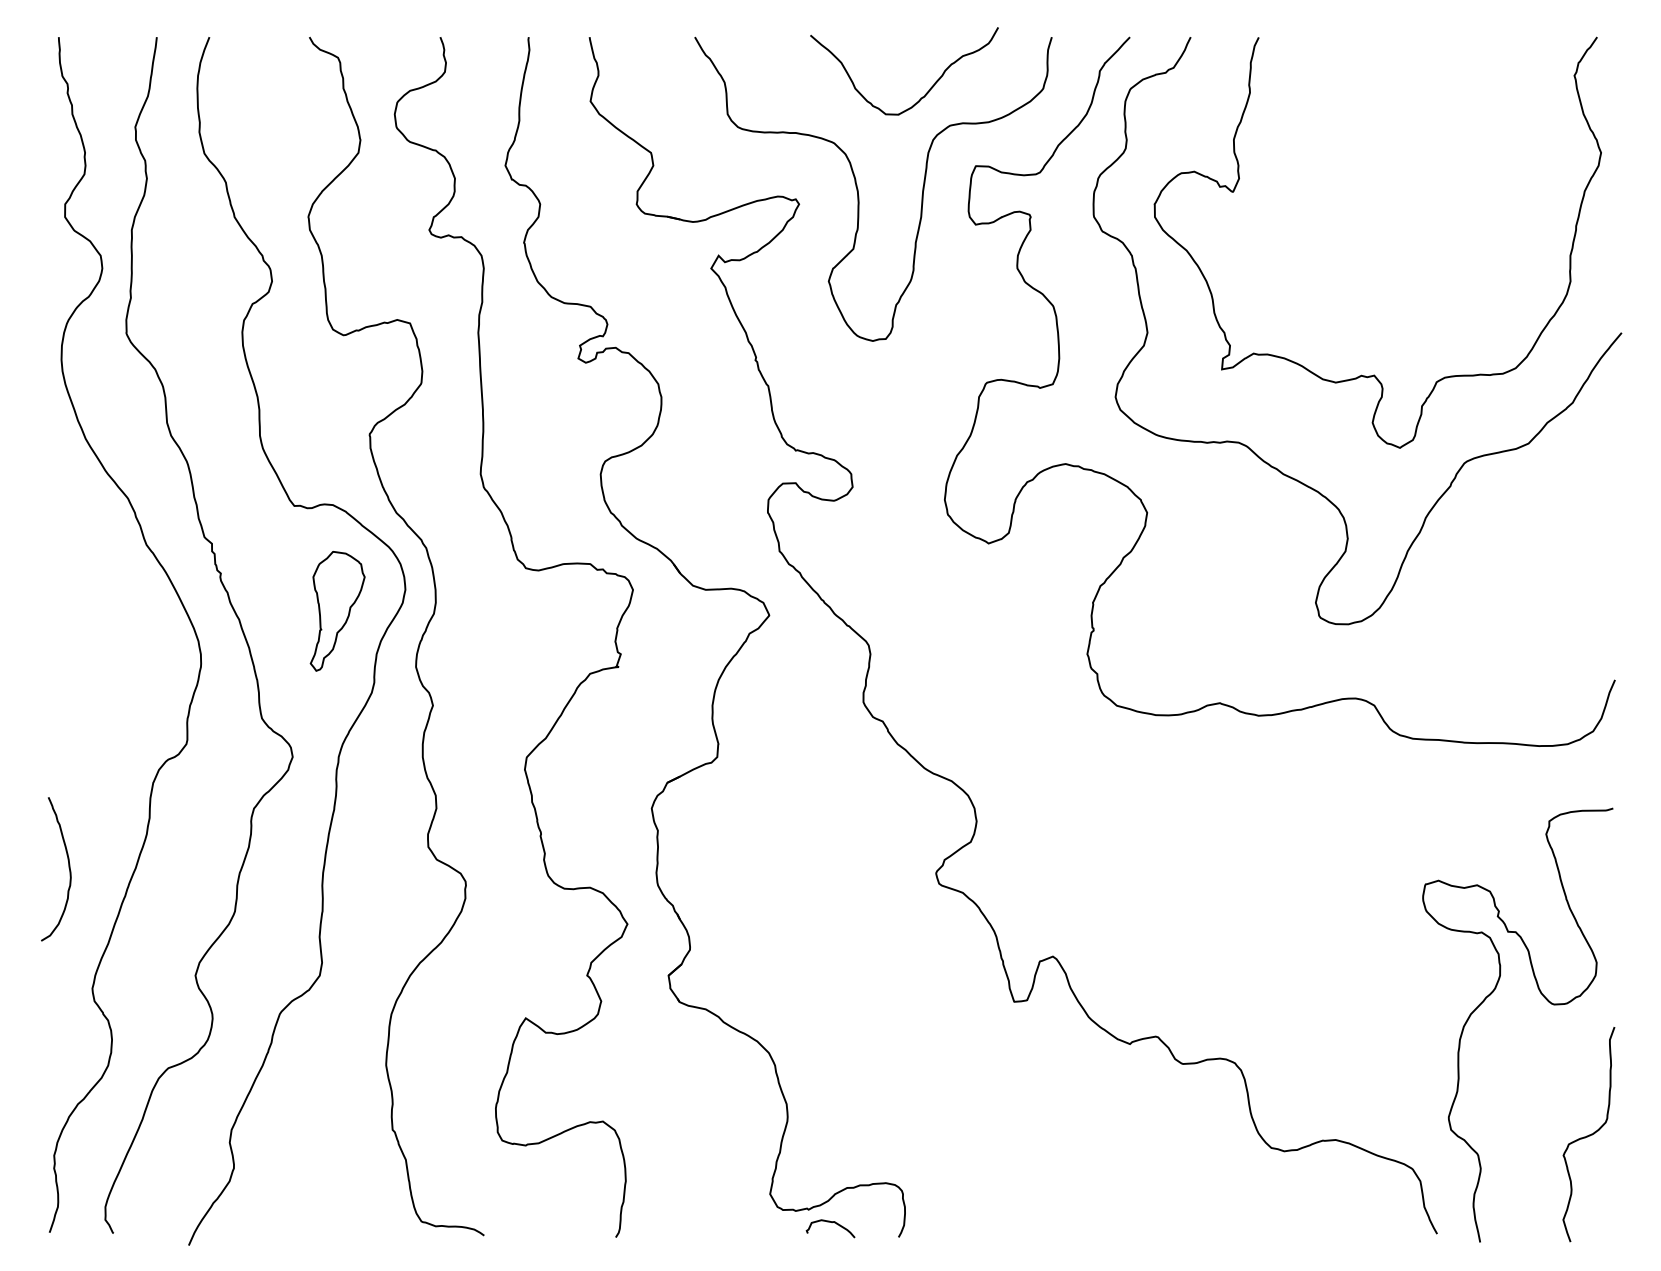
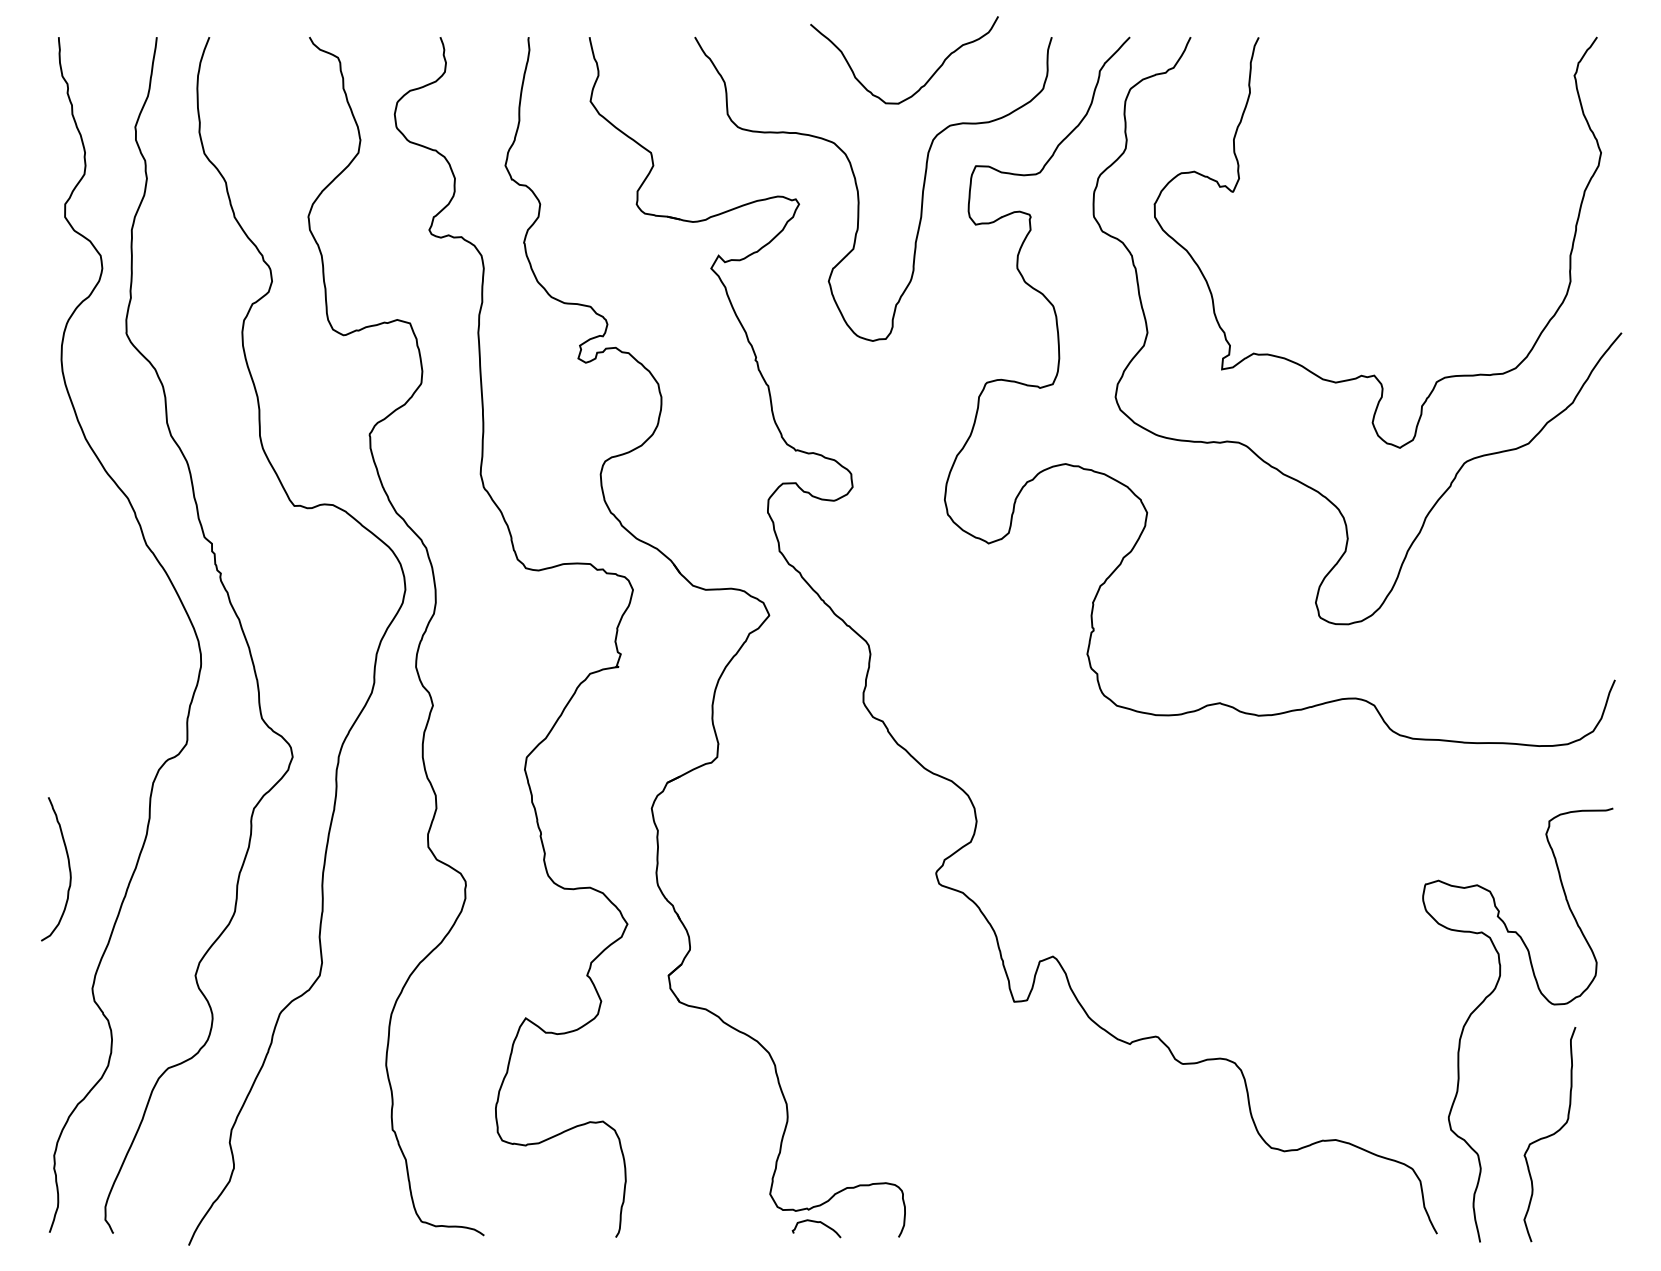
curve at (926, 92) position: (926, 92) -> (926, 81)
part at (337, 611): present -> none
curve at (1589, 1134) position: (1589, 1134) -> (1550, 1134)
curve at (832, 1223) position: (832, 1223) -> (818, 1223)
